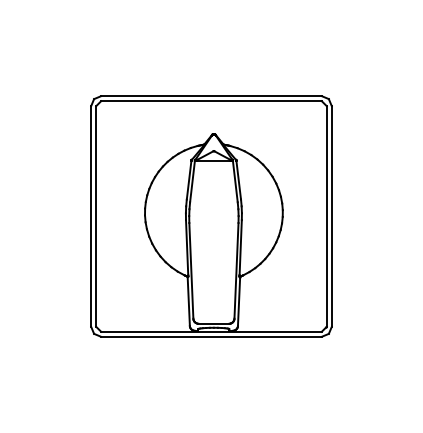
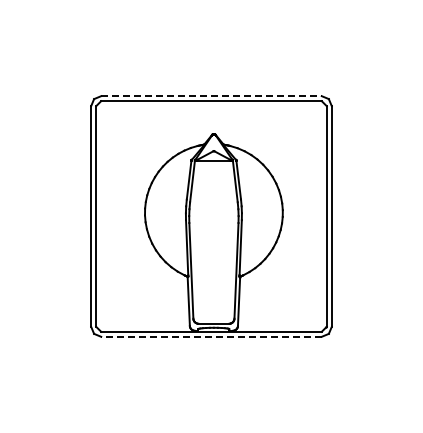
line at (211, 96): solid -> dashed
line at (211, 336): solid -> dashed
